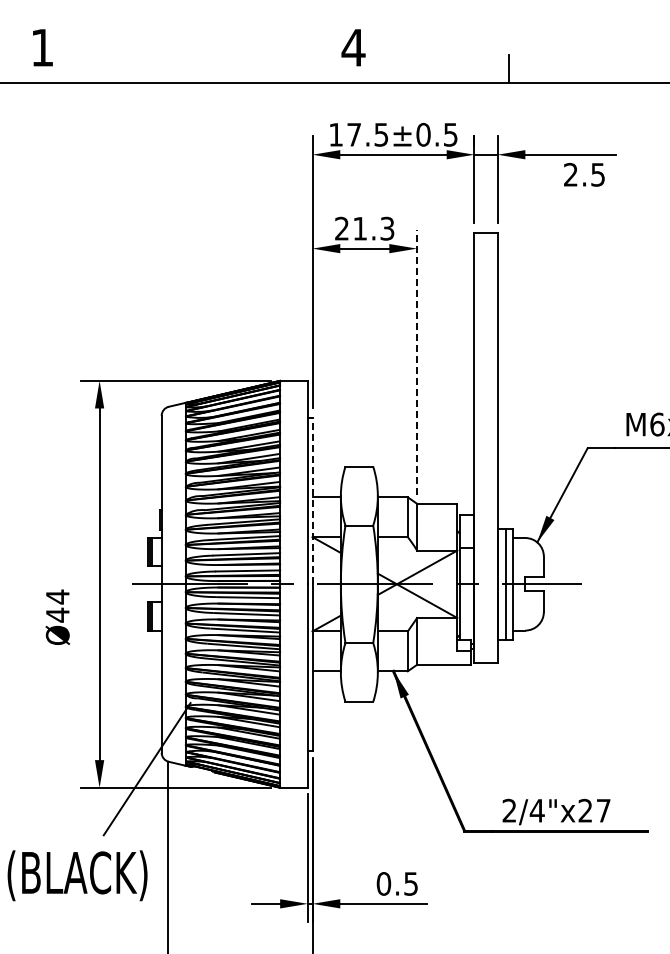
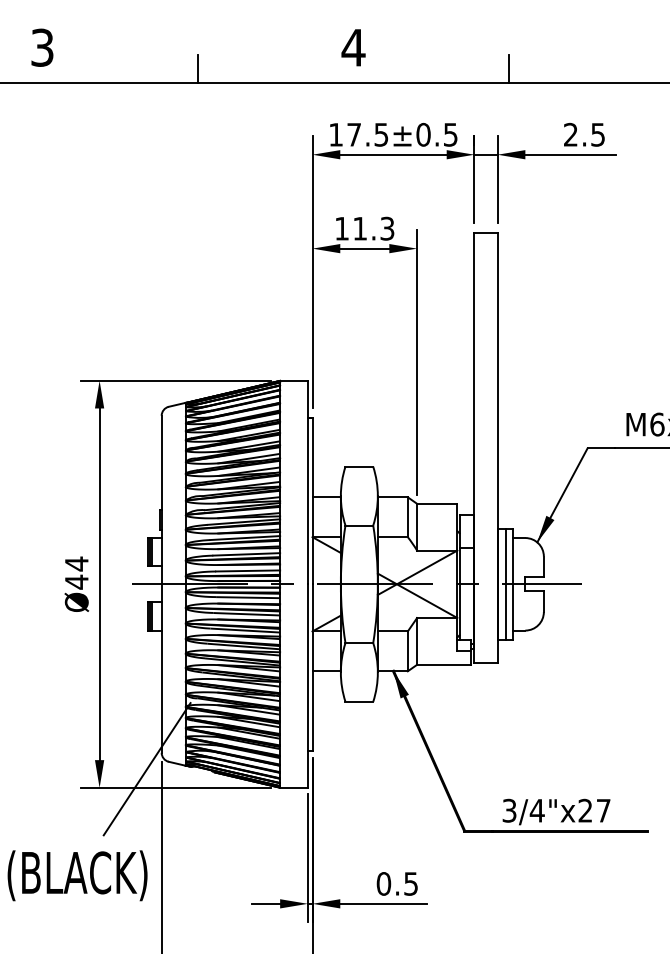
text at (42, 47): 1 -> 3
line at (198, 68): none -> present
text at (584, 174) position: (584, 174) -> (584, 134)
text at (341, 228): 21.3 -> 11.3
line at (417, 361): dashed -> solid
line at (312, 500): dashed -> solid
text at (57, 616) position: (57, 616) -> (76, 583)
text at (509, 810): 2/4"x27 -> 3/4"x27
line at (167, 856) position: (167, 856) -> (161, 856)
